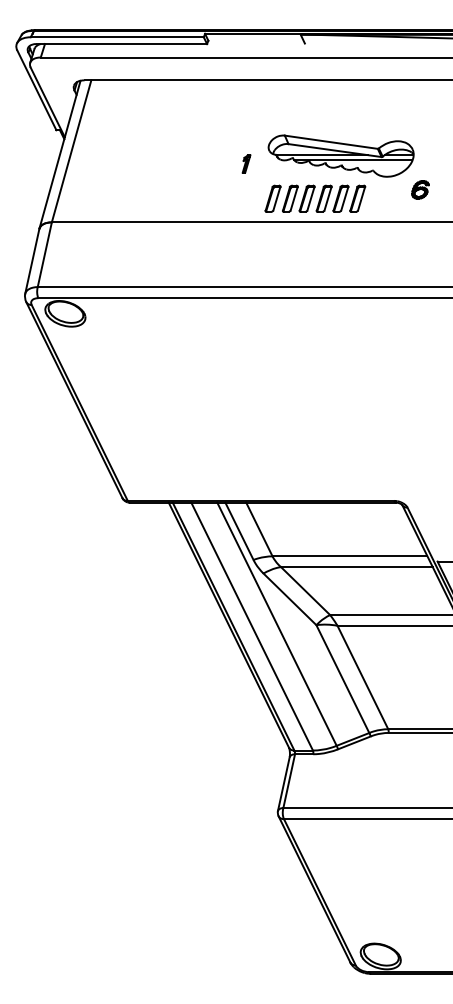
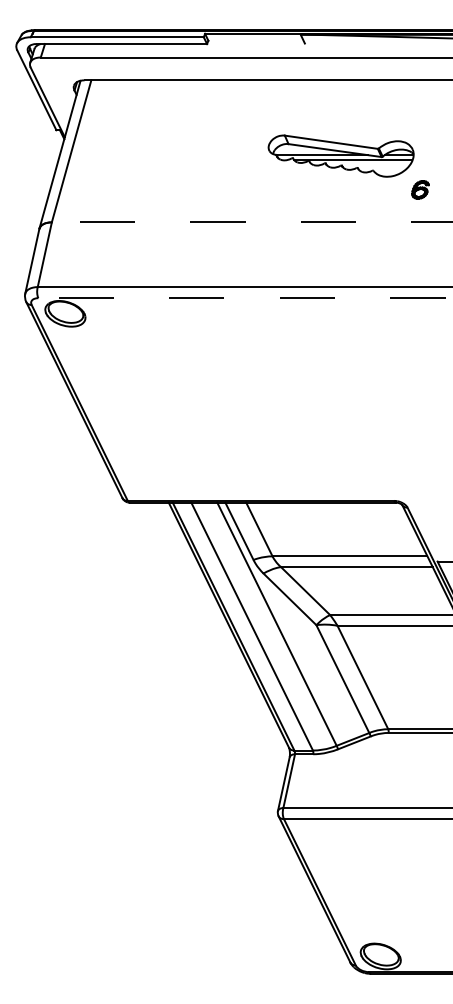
part at (246, 163): present -> none
part at (315, 198): present -> none
line at (251, 222): solid -> dashed
line at (245, 298): solid -> dashed
